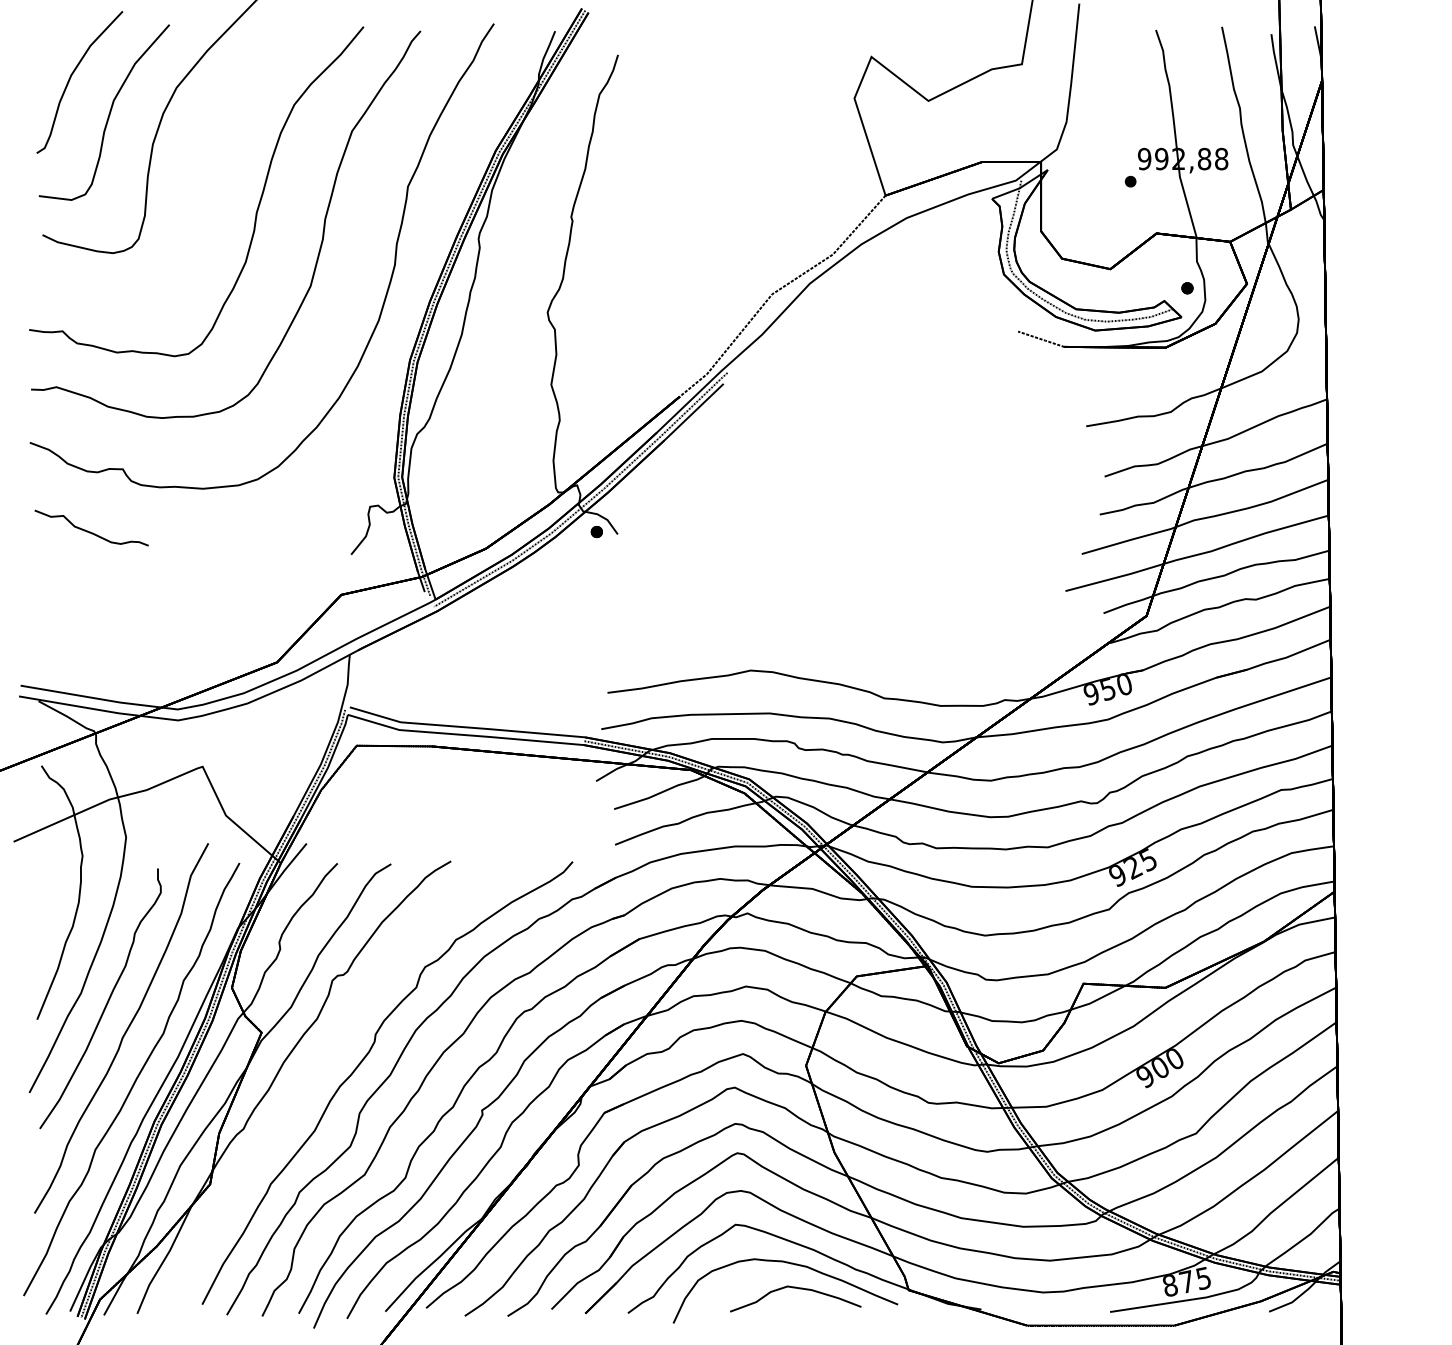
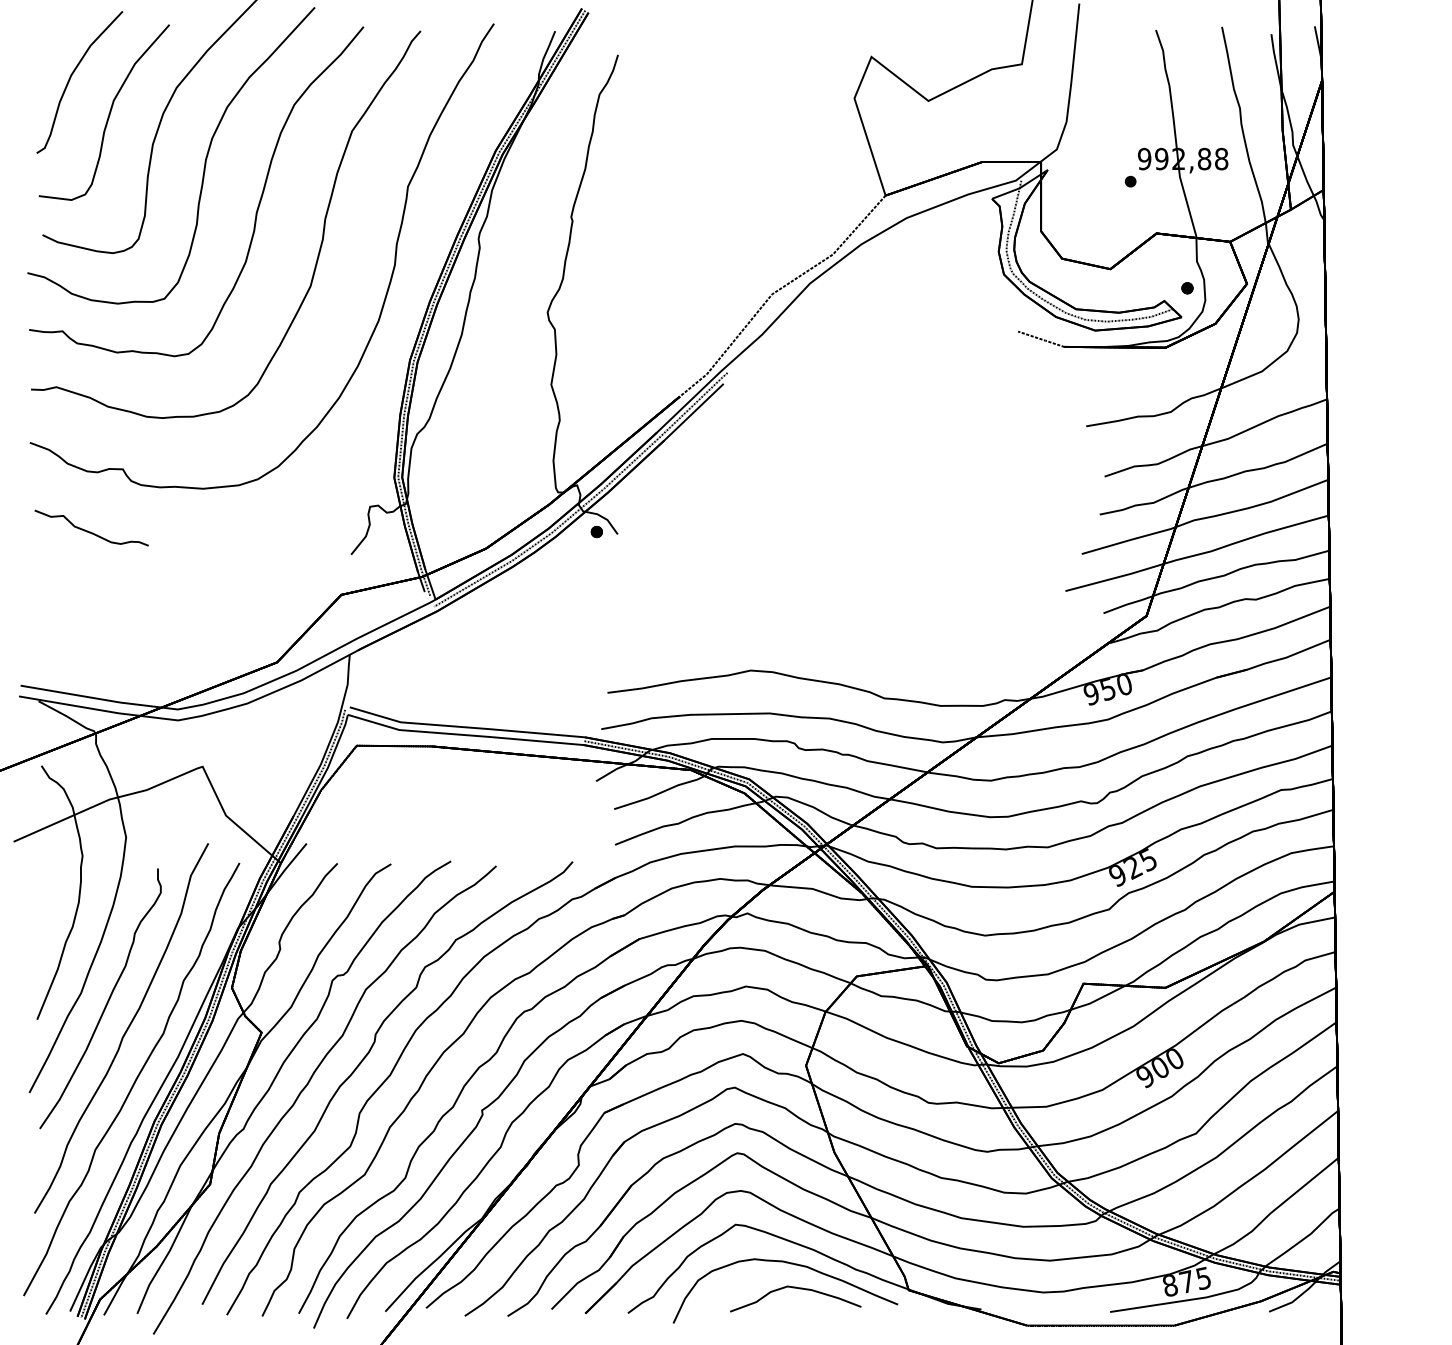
part at (204, 161): none -> present
part at (306, 1087): none -> present
